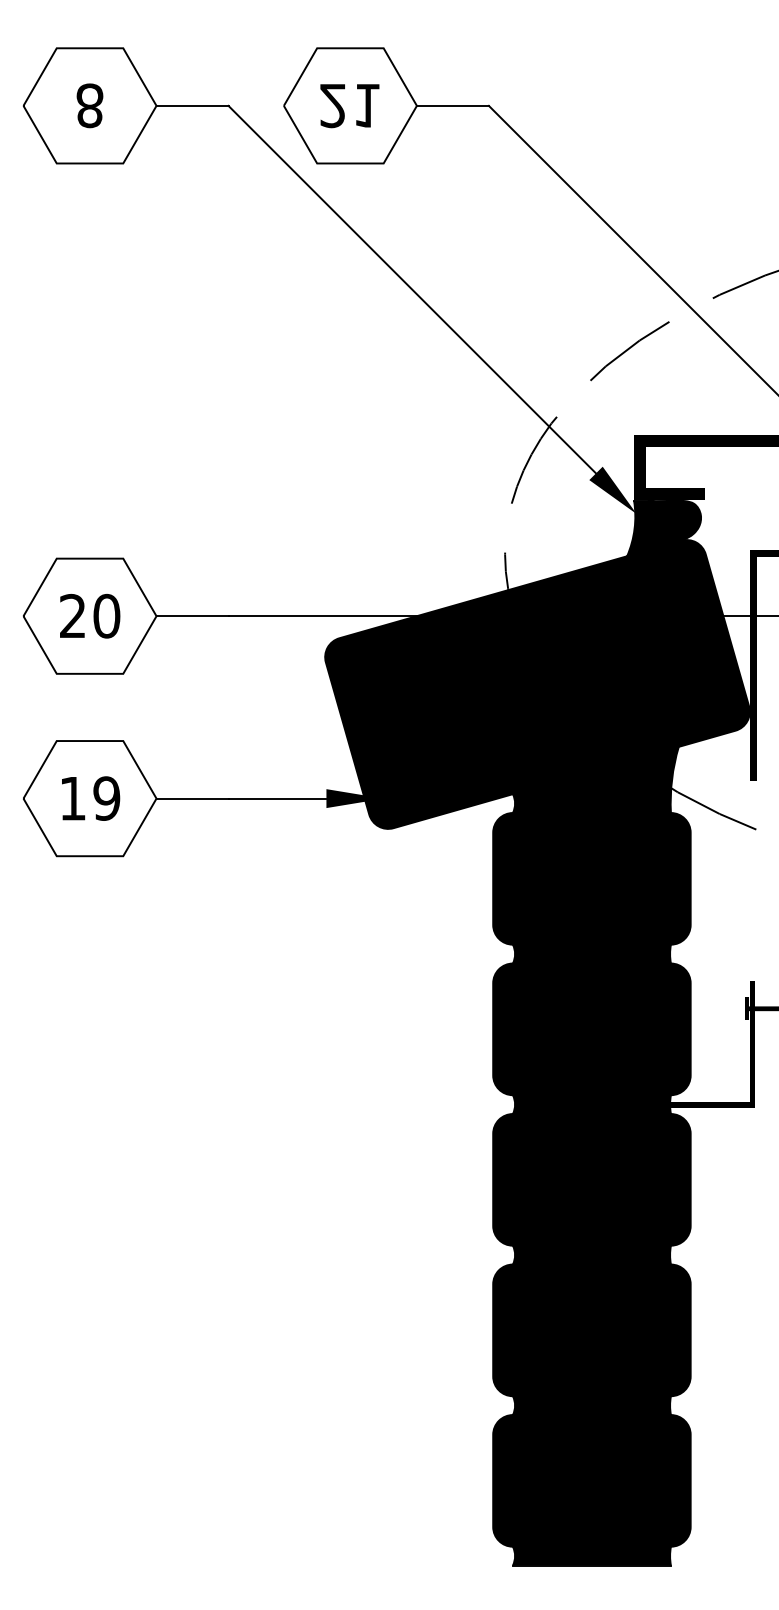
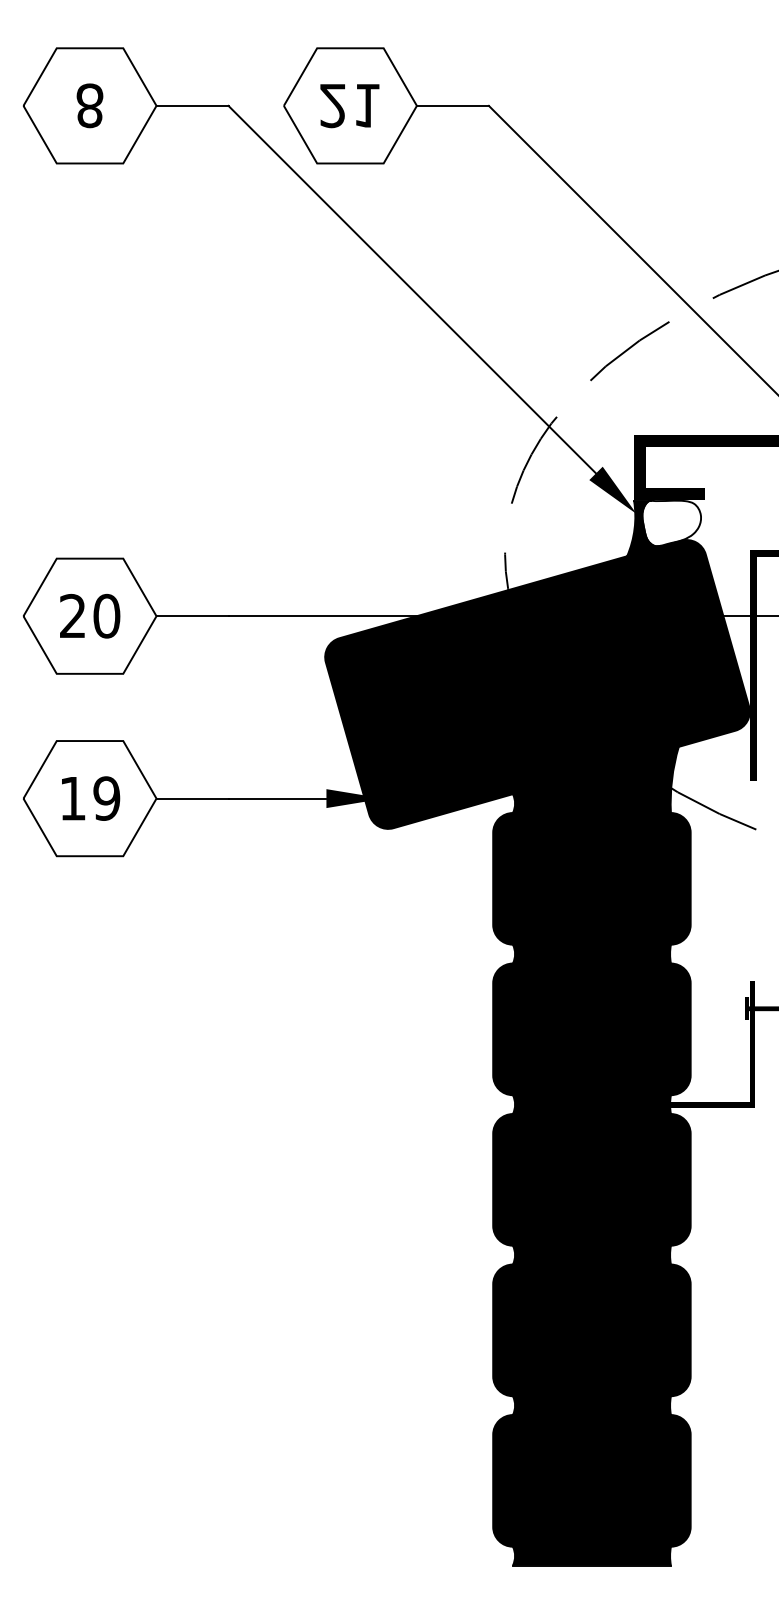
fill at (671, 523): present -> none
